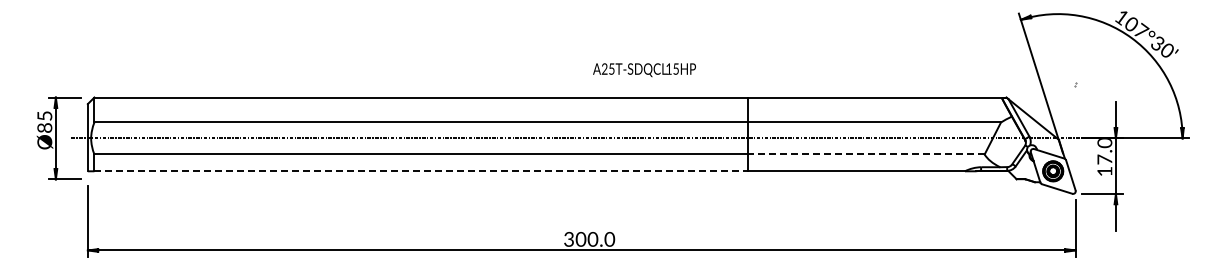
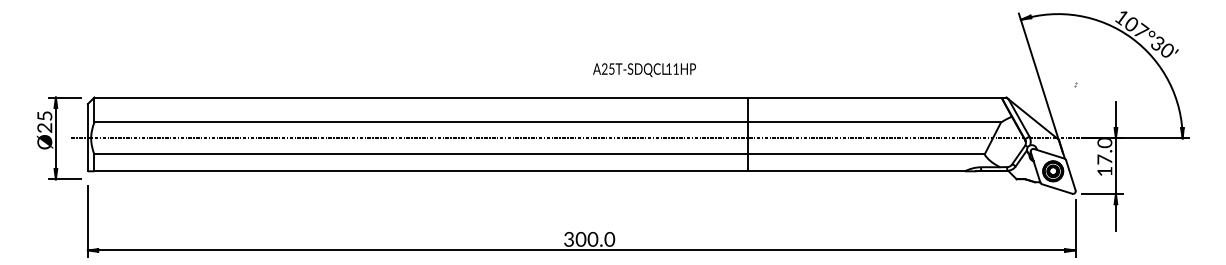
text at (675, 68): 15HP -> 11HP
text at (45, 127): Ø85 -> Ø25
line at (865, 154): dashed -> solid
line at (421, 171): dashed -> solid
